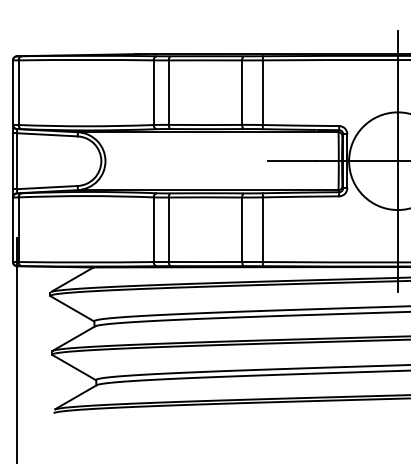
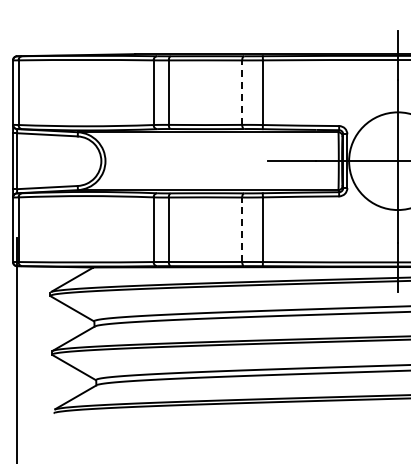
line at (242, 92): solid -> dashed
line at (242, 229): solid -> dashed
